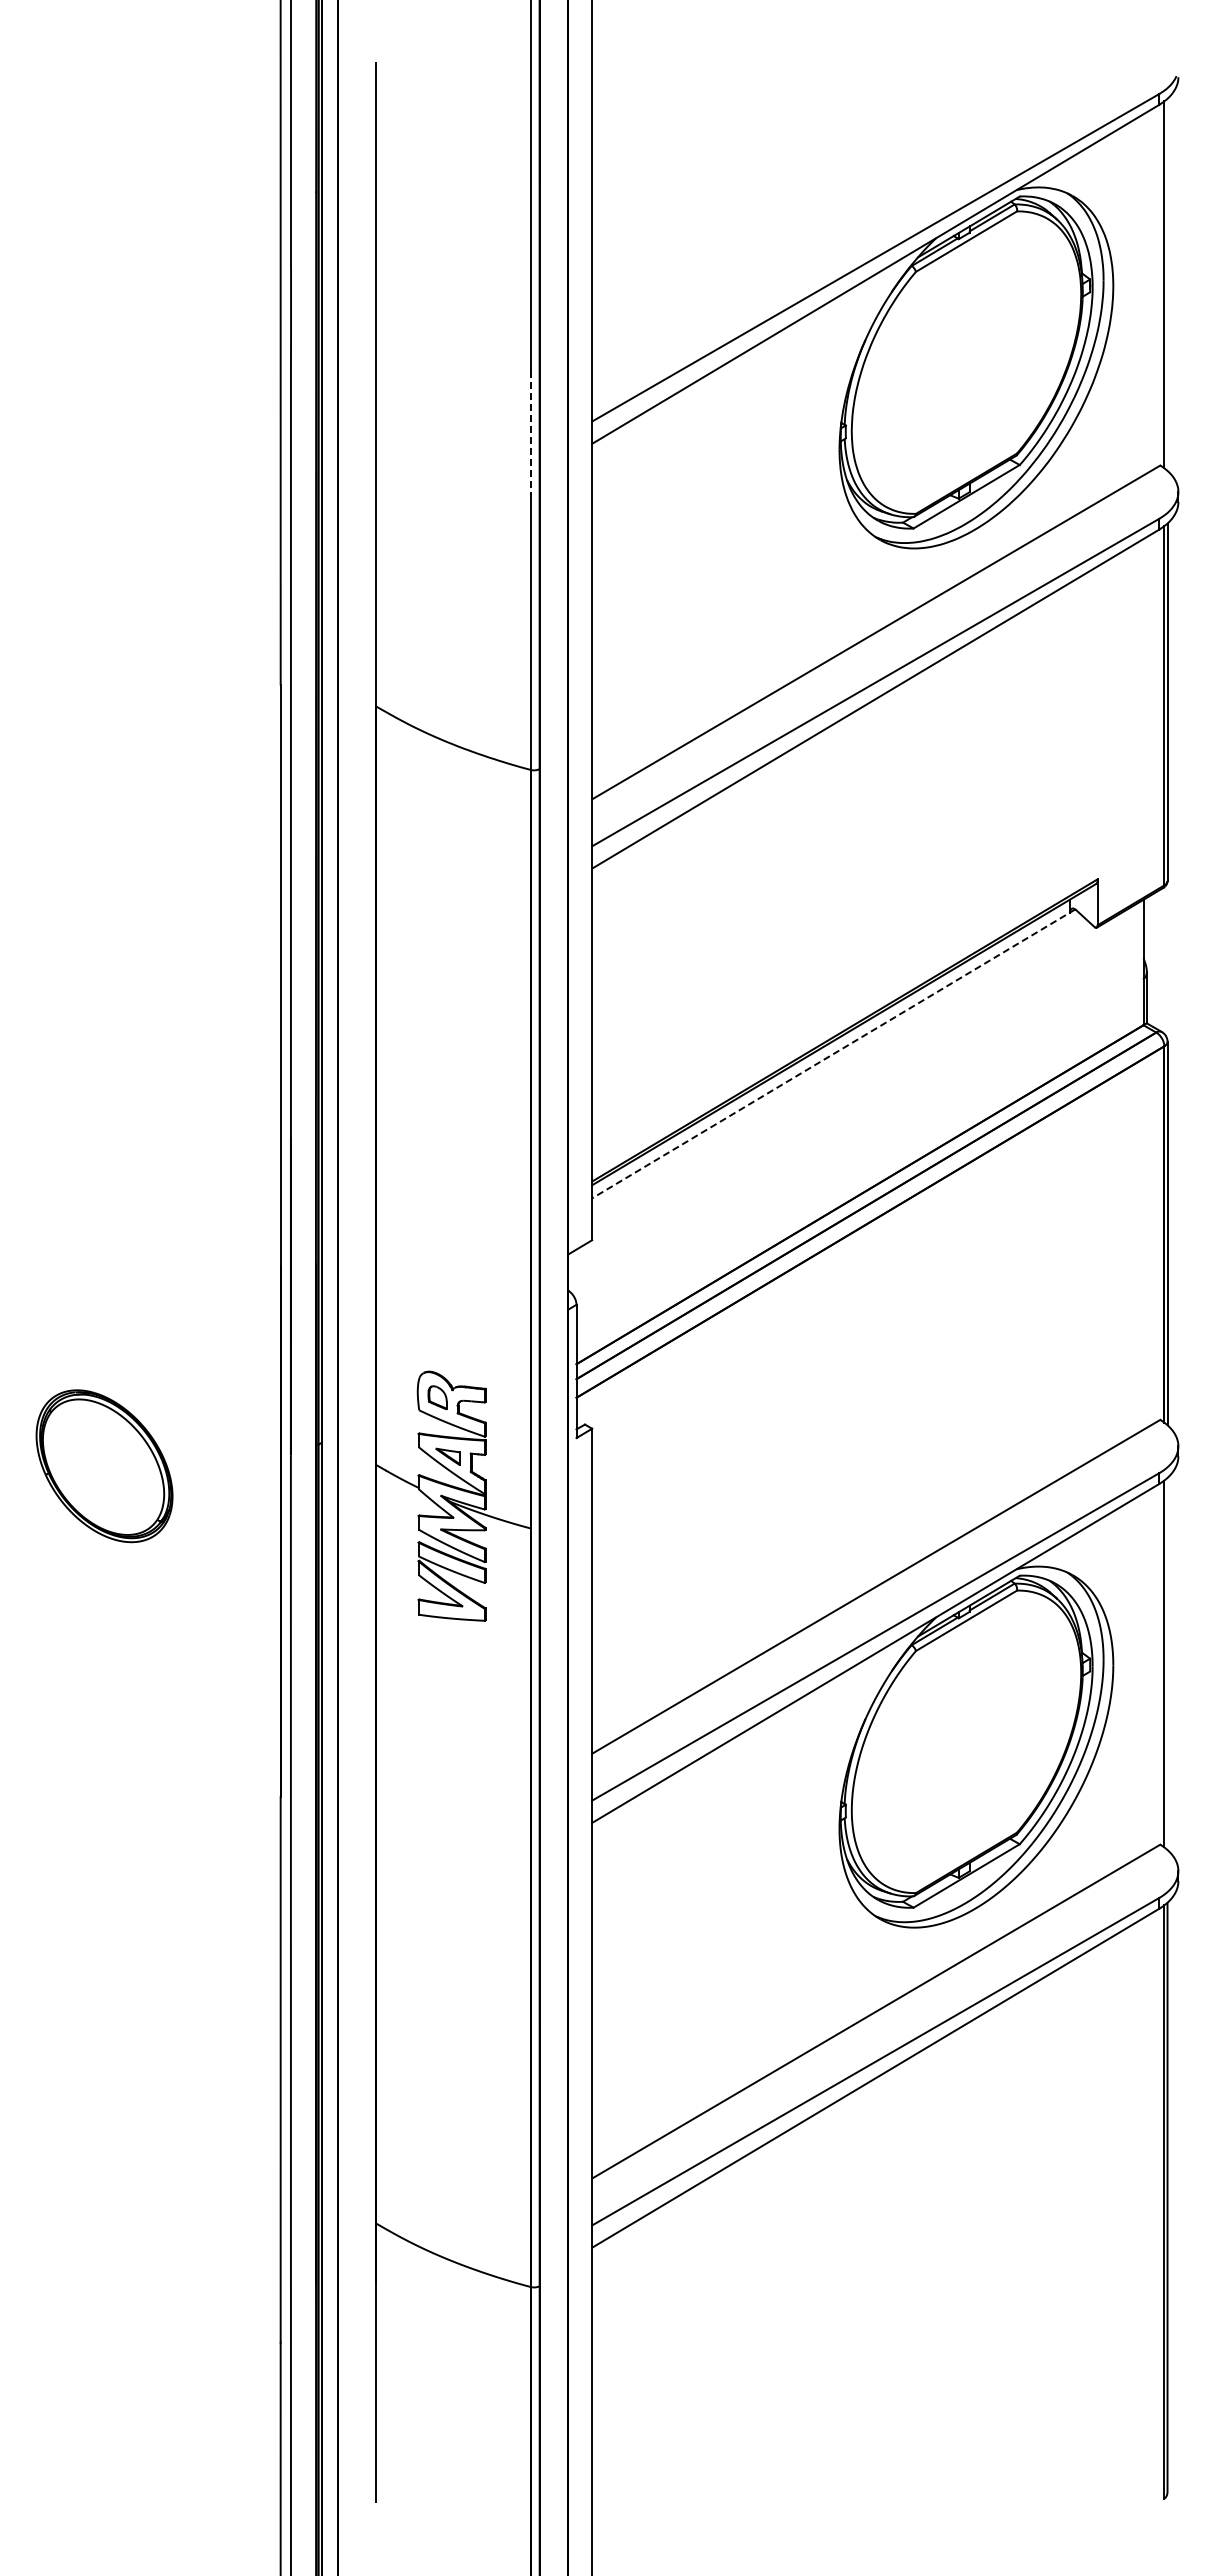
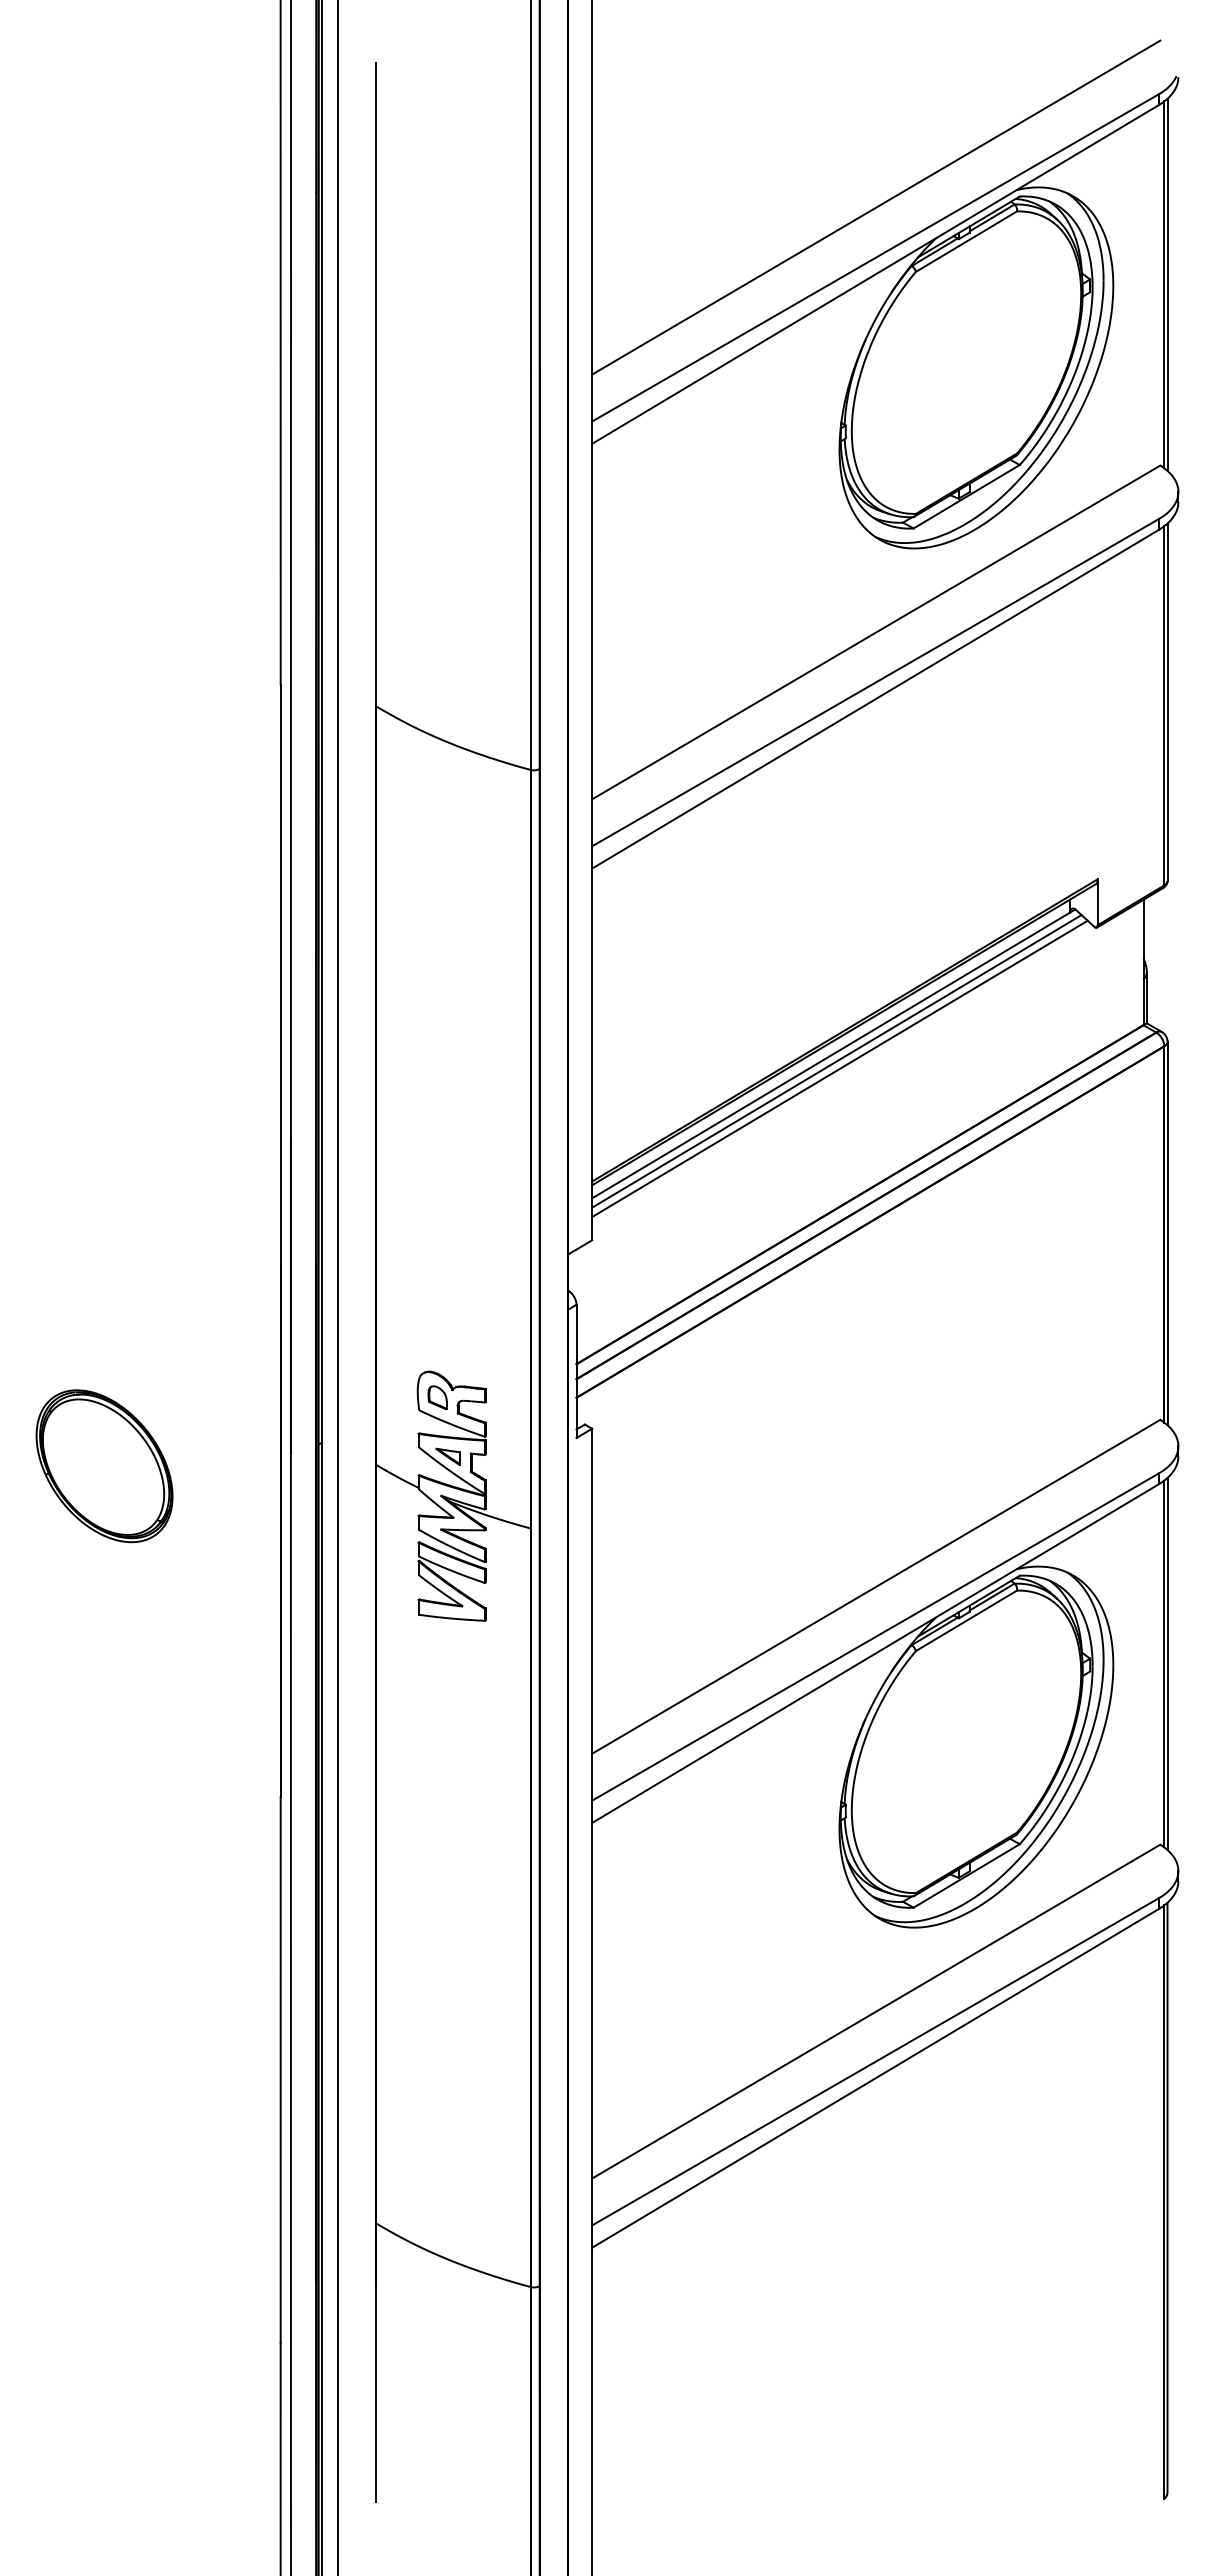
line at (876, 207): none -> present
line at (1167, 284): none -> present
line at (530, 431): dashed -> solid
line at (833, 1054): dashed -> solid
line at (836, 1061): none -> present
line at (839, 1068): none -> present
line at (1167, 1663): none -> present
